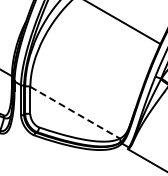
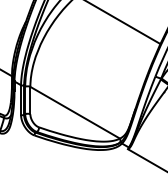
line at (75, 112): dashed -> solid
